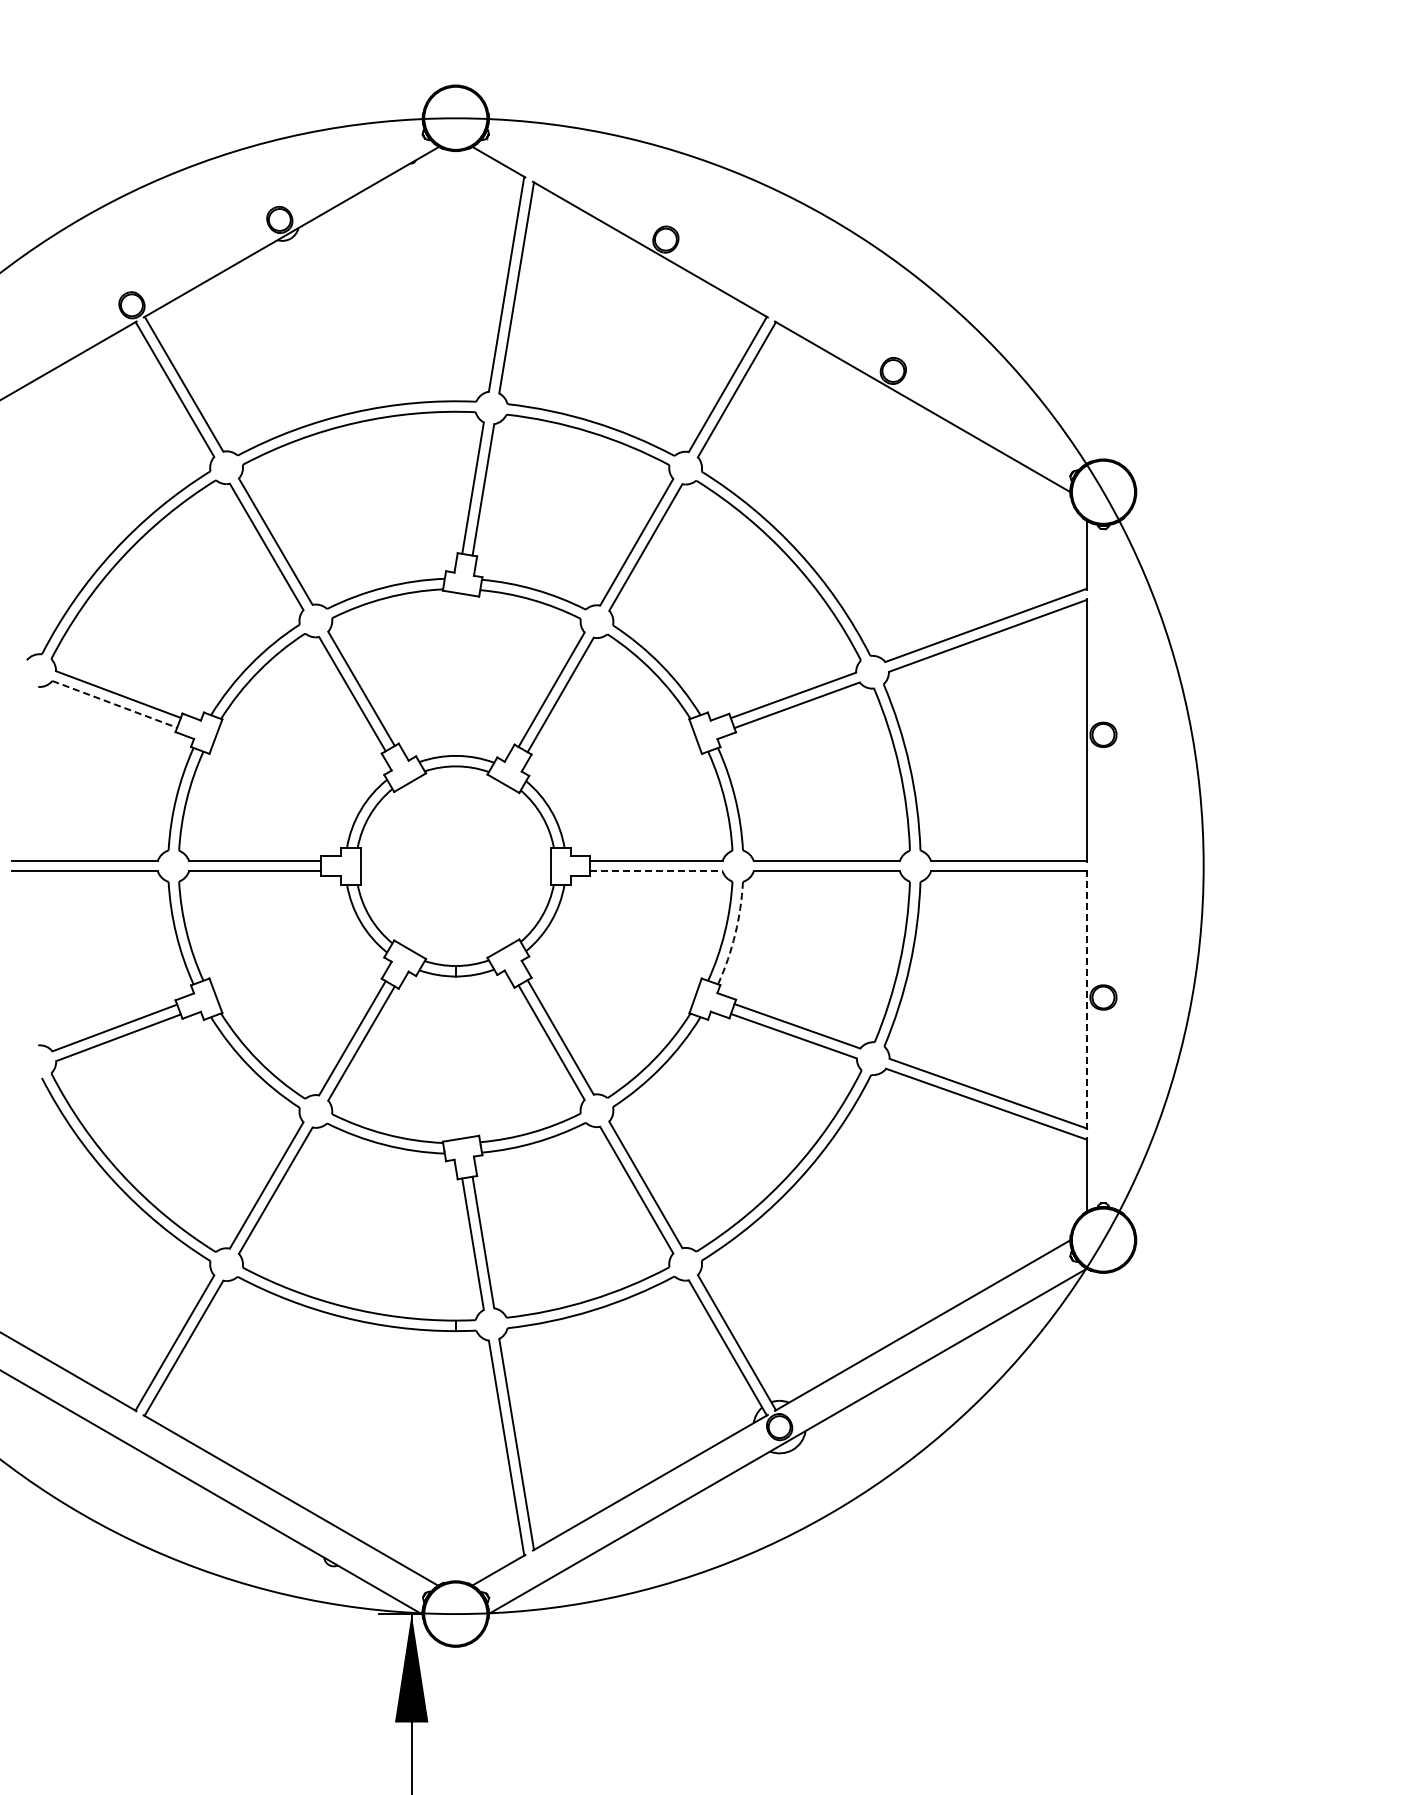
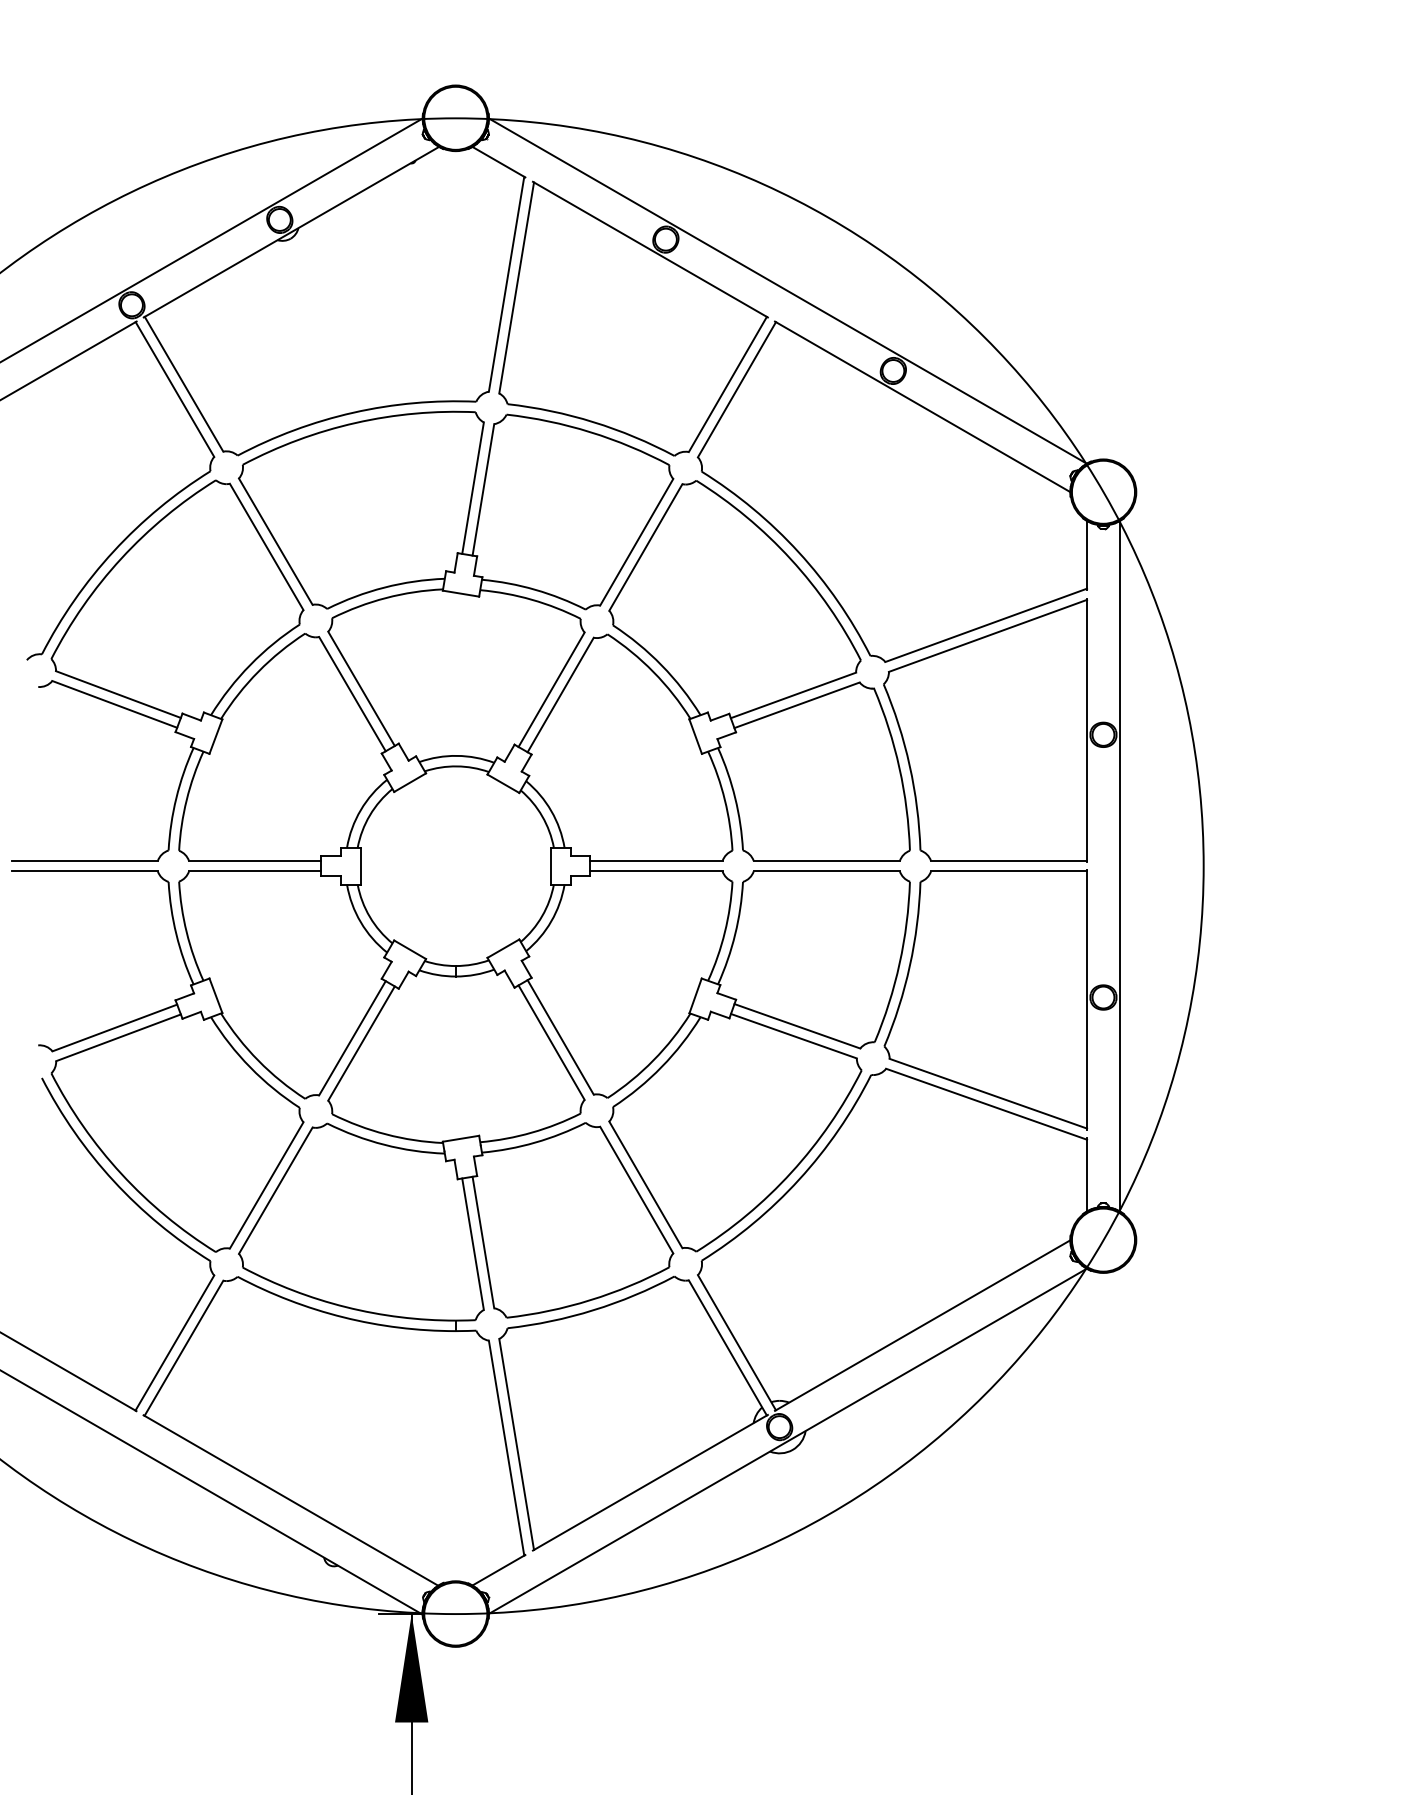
line at (212, 239): none -> present
line at (787, 290): none -> present
line at (114, 704): dashed -> solid
line at (1119, 866): none -> present
line at (657, 871): dashed -> solid
arc at (735, 934): dashed -> solid
line at (1087, 1000): dashed -> solid
